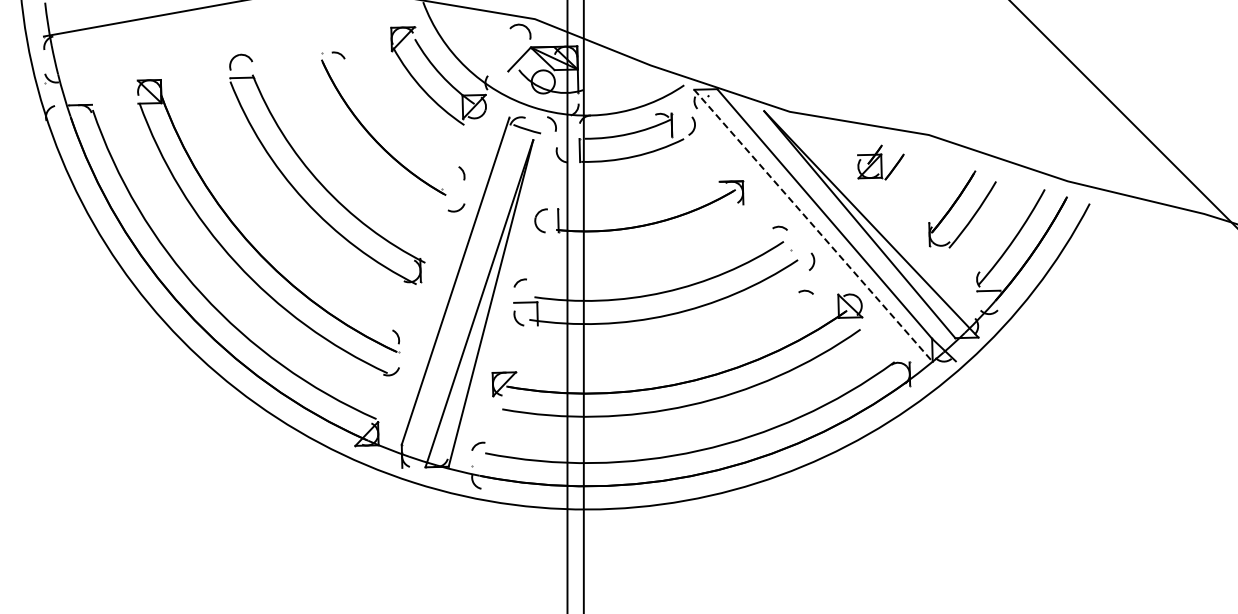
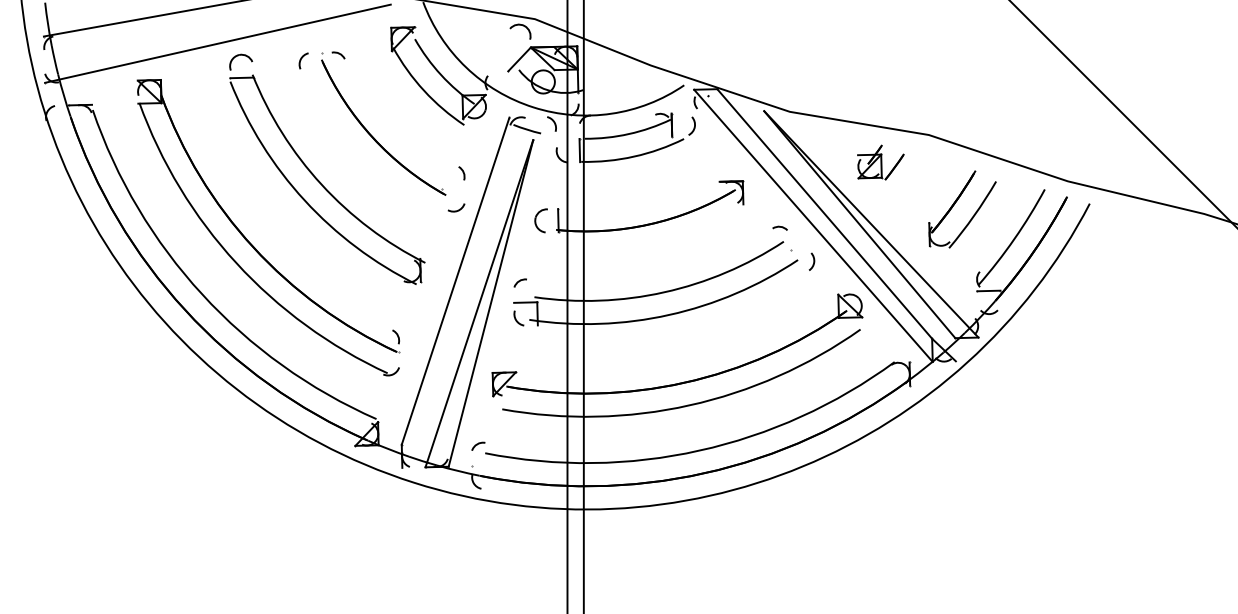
line at (217, 43): none -> present
curve at (301, 60): none -> present
line at (813, 225): dashed -> solid
curve at (805, 291): present -> none
